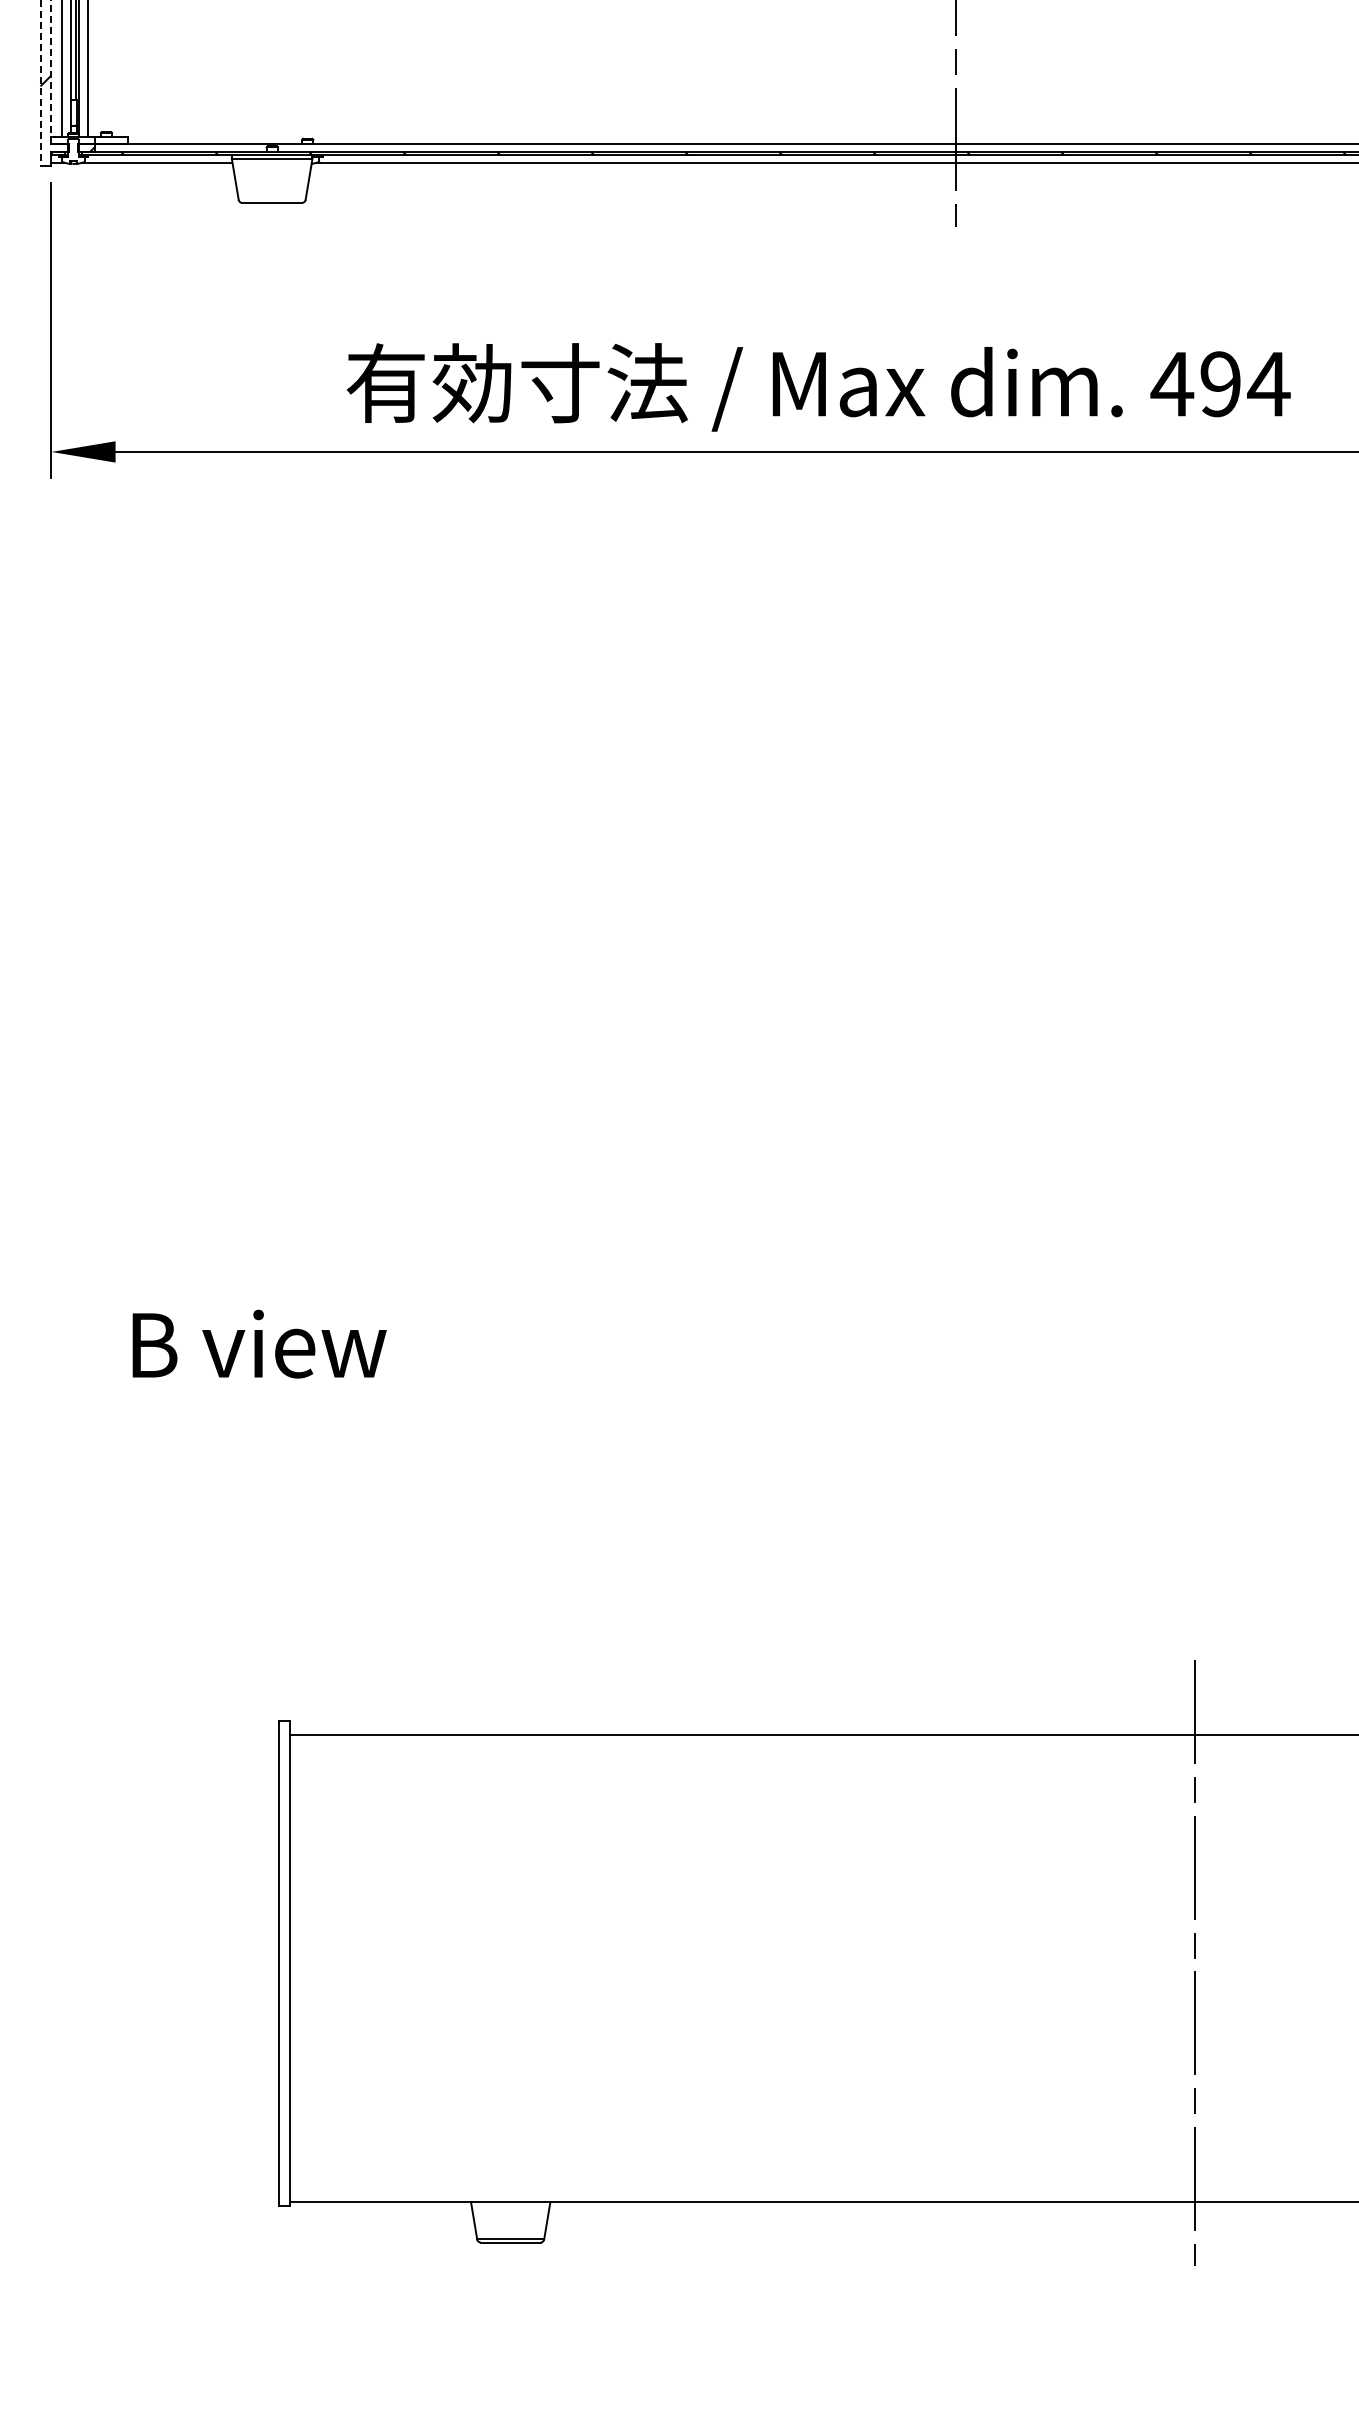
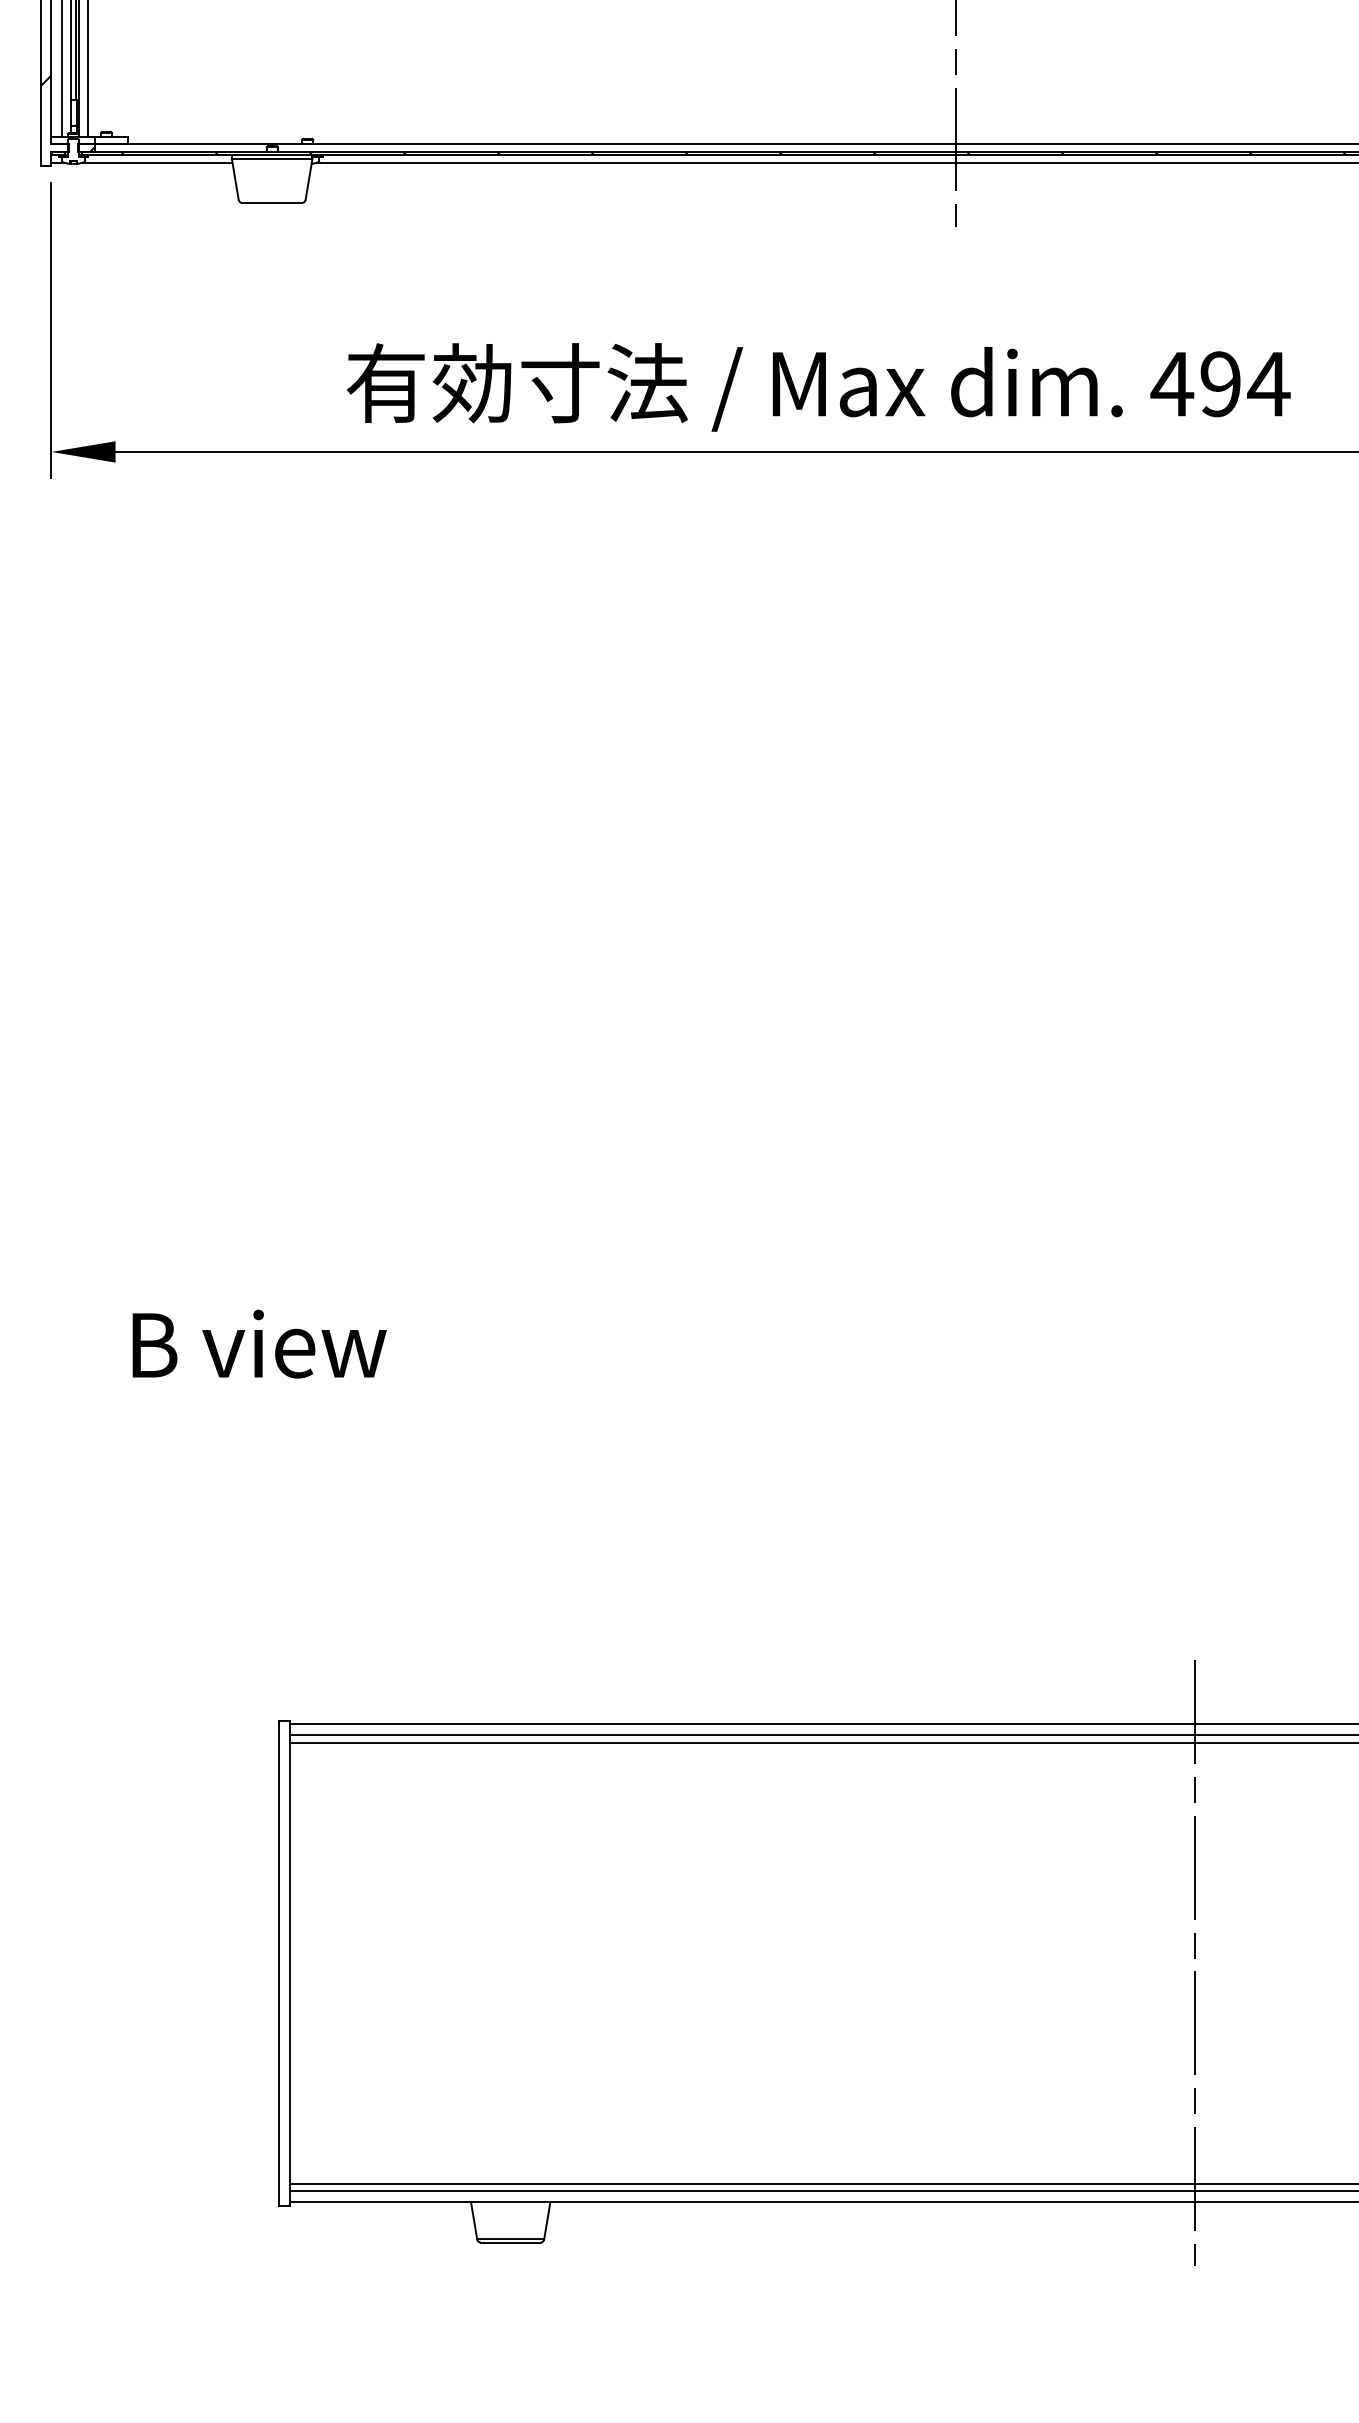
line at (51, 72): dashed -> solid
line at (40, 83): dashed -> solid
line at (822, 1724): none -> present
line at (822, 1742): none -> present
line at (822, 2183): none -> present
line at (822, 2191): none -> present
